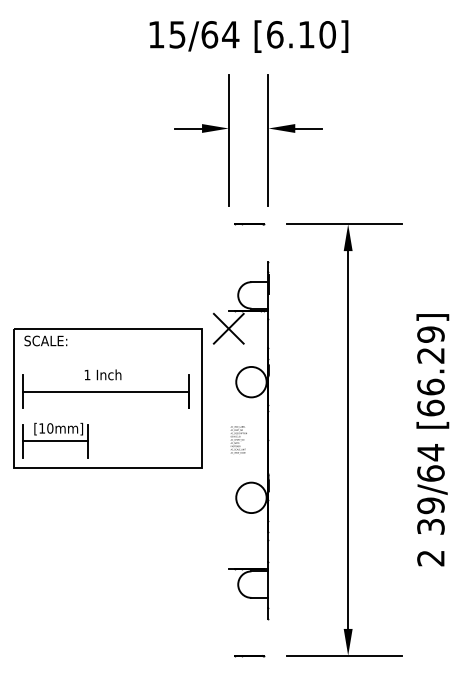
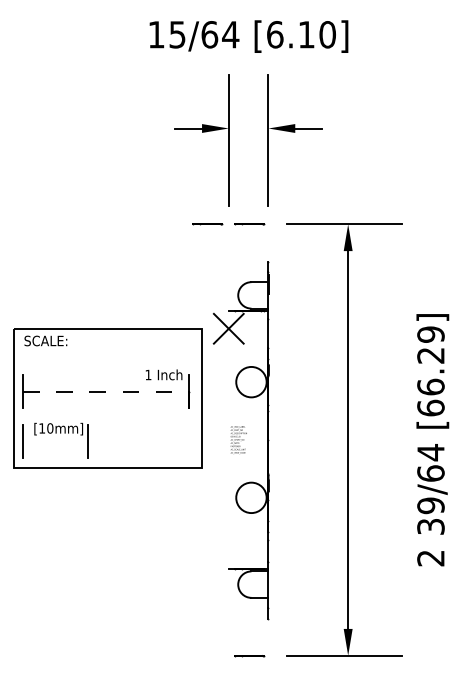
line at (207, 224): none -> present
text at (103, 374) position: (103, 374) -> (164, 374)
line at (106, 391): solid -> dashed
line at (55, 441): present -> none
